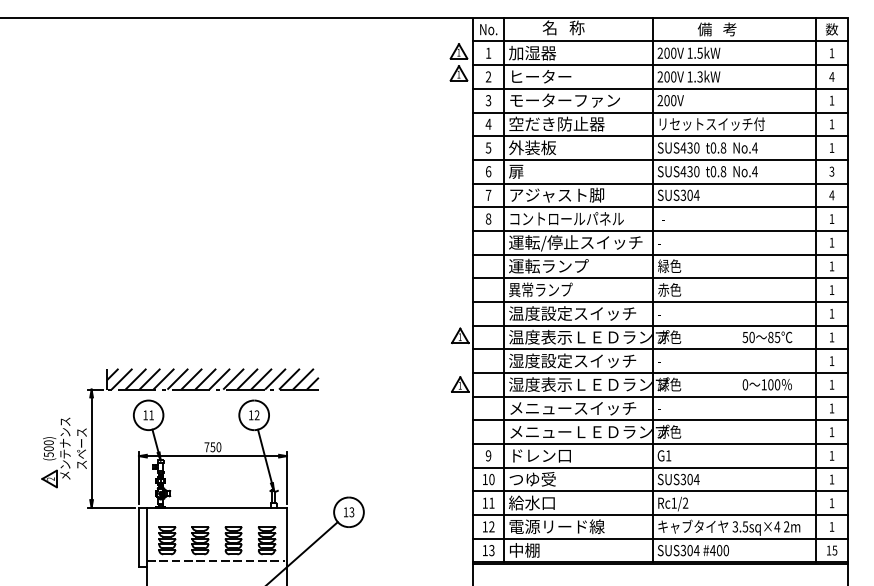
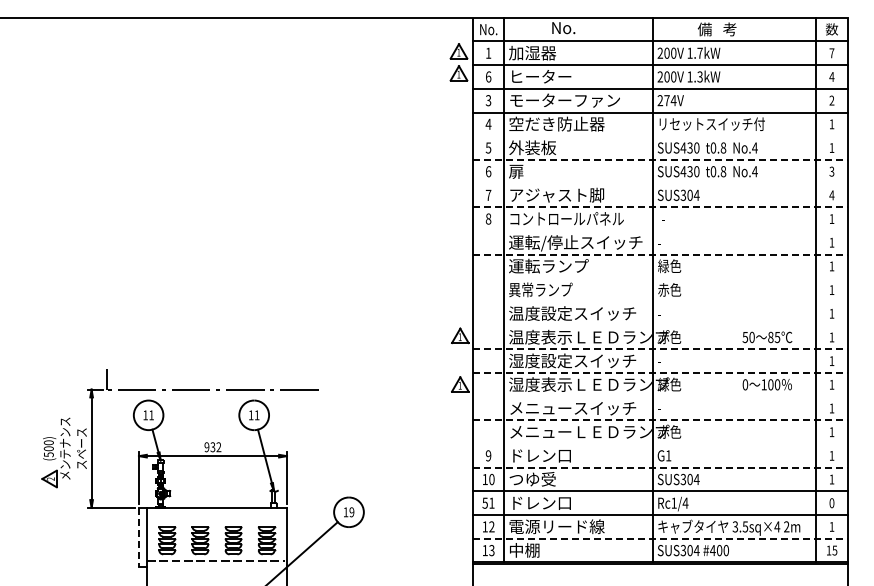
text at (563, 27): 名   称 -> No.
text at (699, 52): 1.5kW -> 1.7kW
text at (831, 53): 1 -> 7
text at (488, 76): 2 -> 6
text at (670, 100): 200V -> 274V
text at (831, 100): 1 -> 2
line at (659, 136): present -> none
line at (660, 159): solid -> dashed
line at (659, 183): present -> none
line at (660, 207): solid -> dashed
line at (659, 230): present -> none
line at (660, 254): solid -> dashed
line at (659, 278): present -> none
line at (659, 301): present -> none
line at (659, 325): present -> none
line at (660, 349): solid -> dashed
line at (660, 372): solid -> dashed
hatch at (212, 378): present -> none
line at (659, 396): present -> none
text at (256, 414): 12 -> 11
line at (660, 420): solid -> dashed
line at (659, 444): present -> none
text at (212, 447): 750 -> 932
line at (660, 467): solid -> dashed
text at (484, 502): 11 -> 51
text at (539, 502): 給水口 -> ドレン口
text at (685, 502): Rc1/2 -> Rc1/4
text at (831, 503): 1 -> 0
text at (351, 512): 13 -> 19
line at (138, 537): solid -> dashed
line at (660, 538): solid -> dashed
